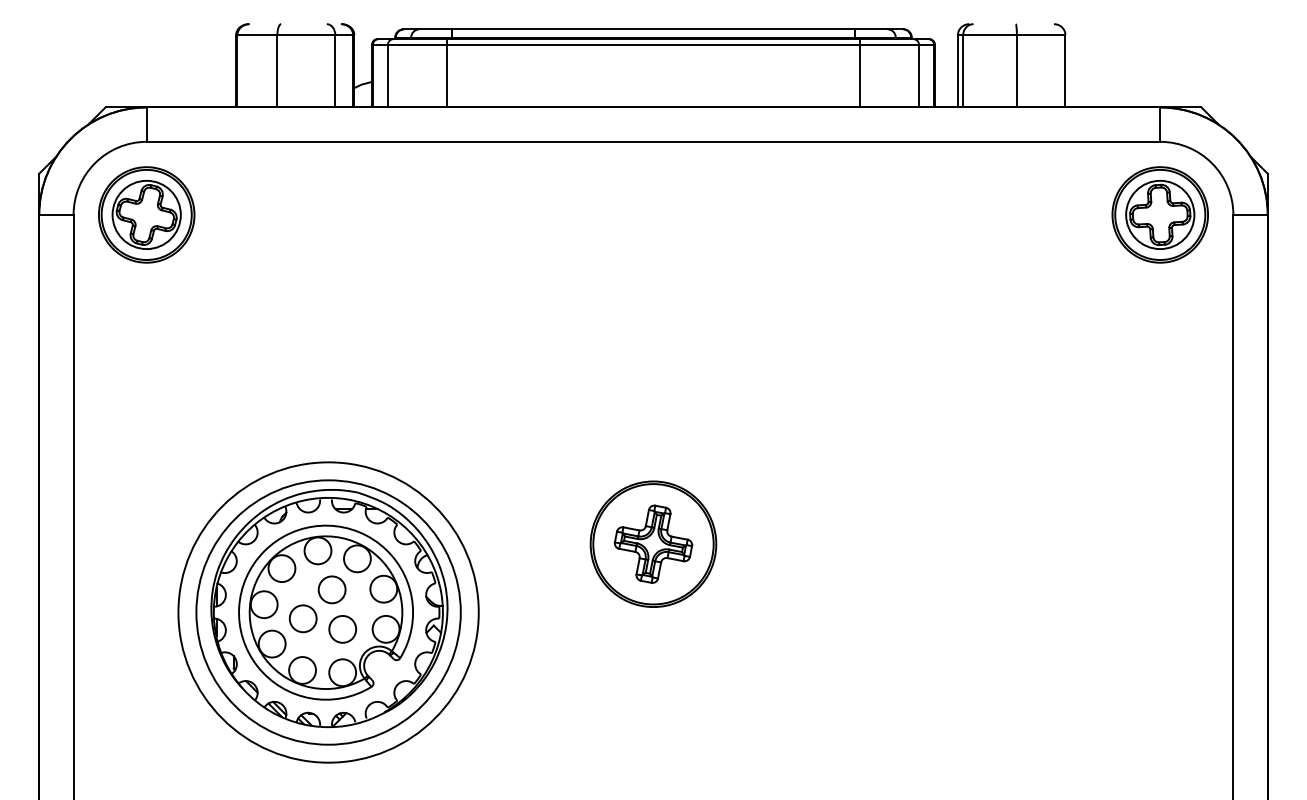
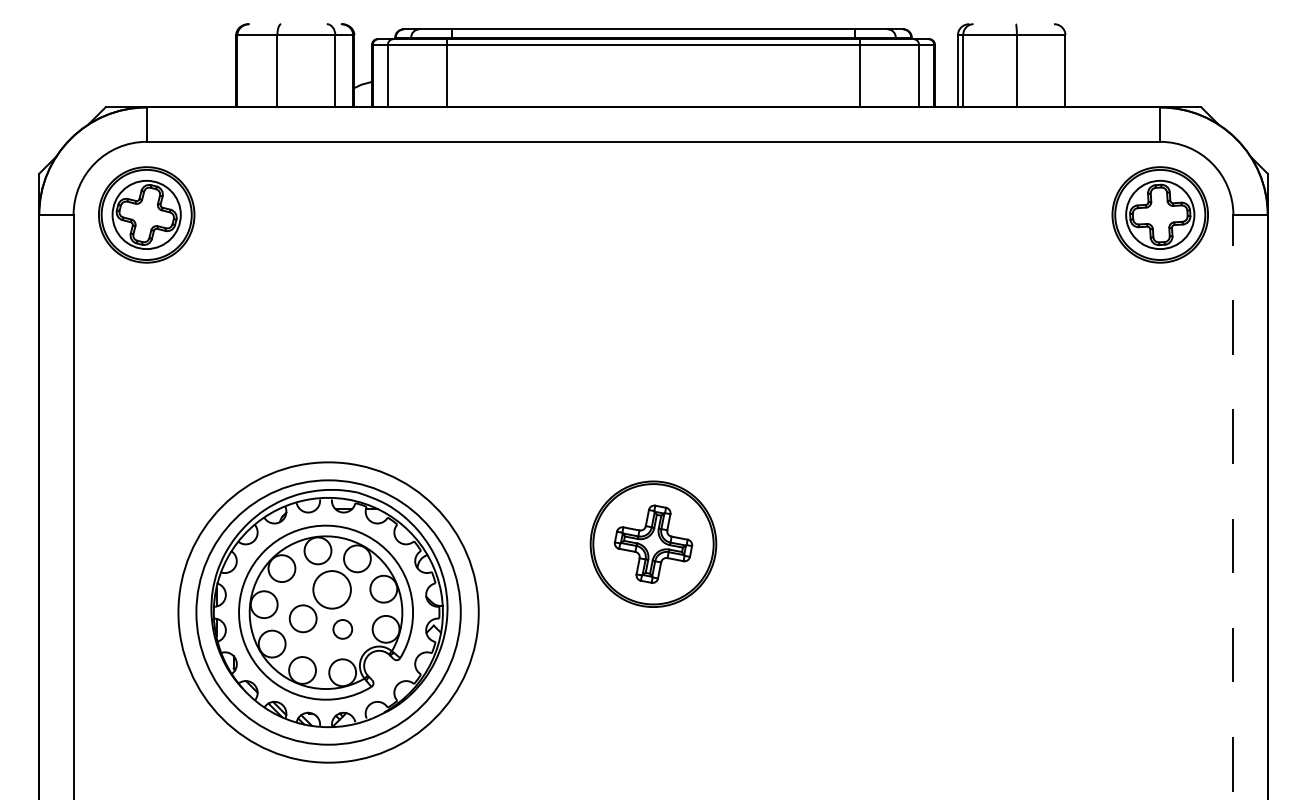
line at (1233, 506): solid -> dashed
circle at (331, 589) diameter: 27 px -> 38 px
circle at (342, 629) size: 30x29 px -> 22x21 px
